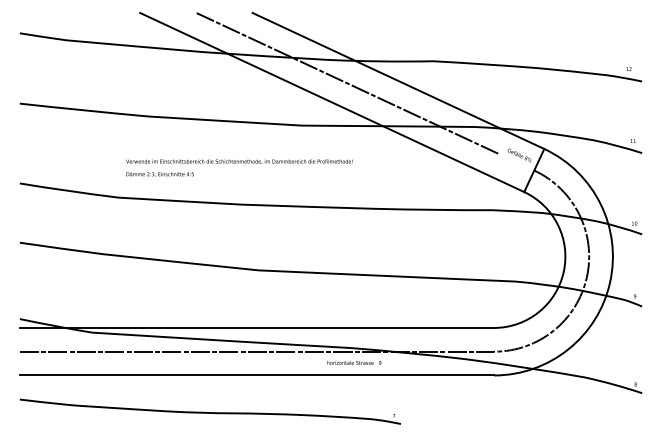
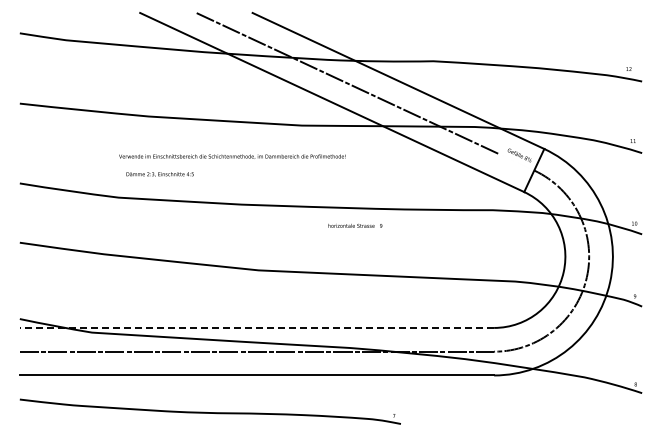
text at (239, 161) position: (239, 161) -> (232, 156)
line at (256, 327): solid -> dashed
text at (354, 362) position: (354, 362) -> (355, 225)
